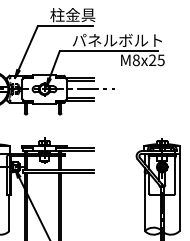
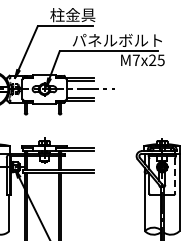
text at (135, 60): M8x25 -> M7x25
line at (175, 176): solid -> dashed
